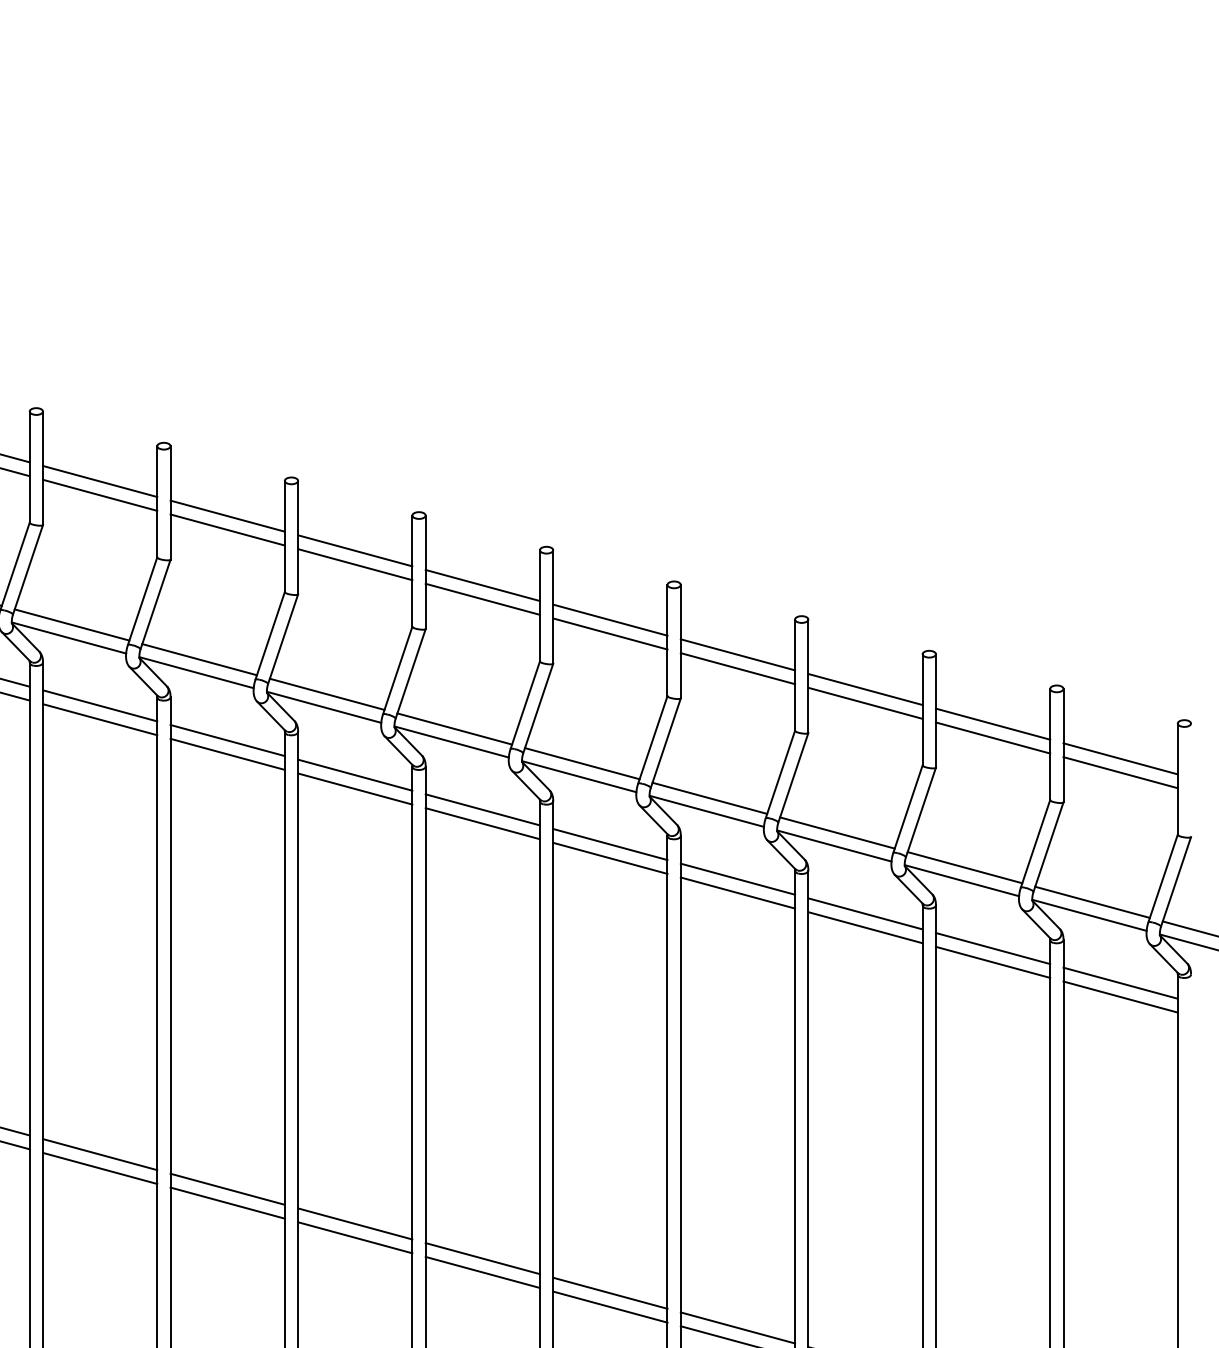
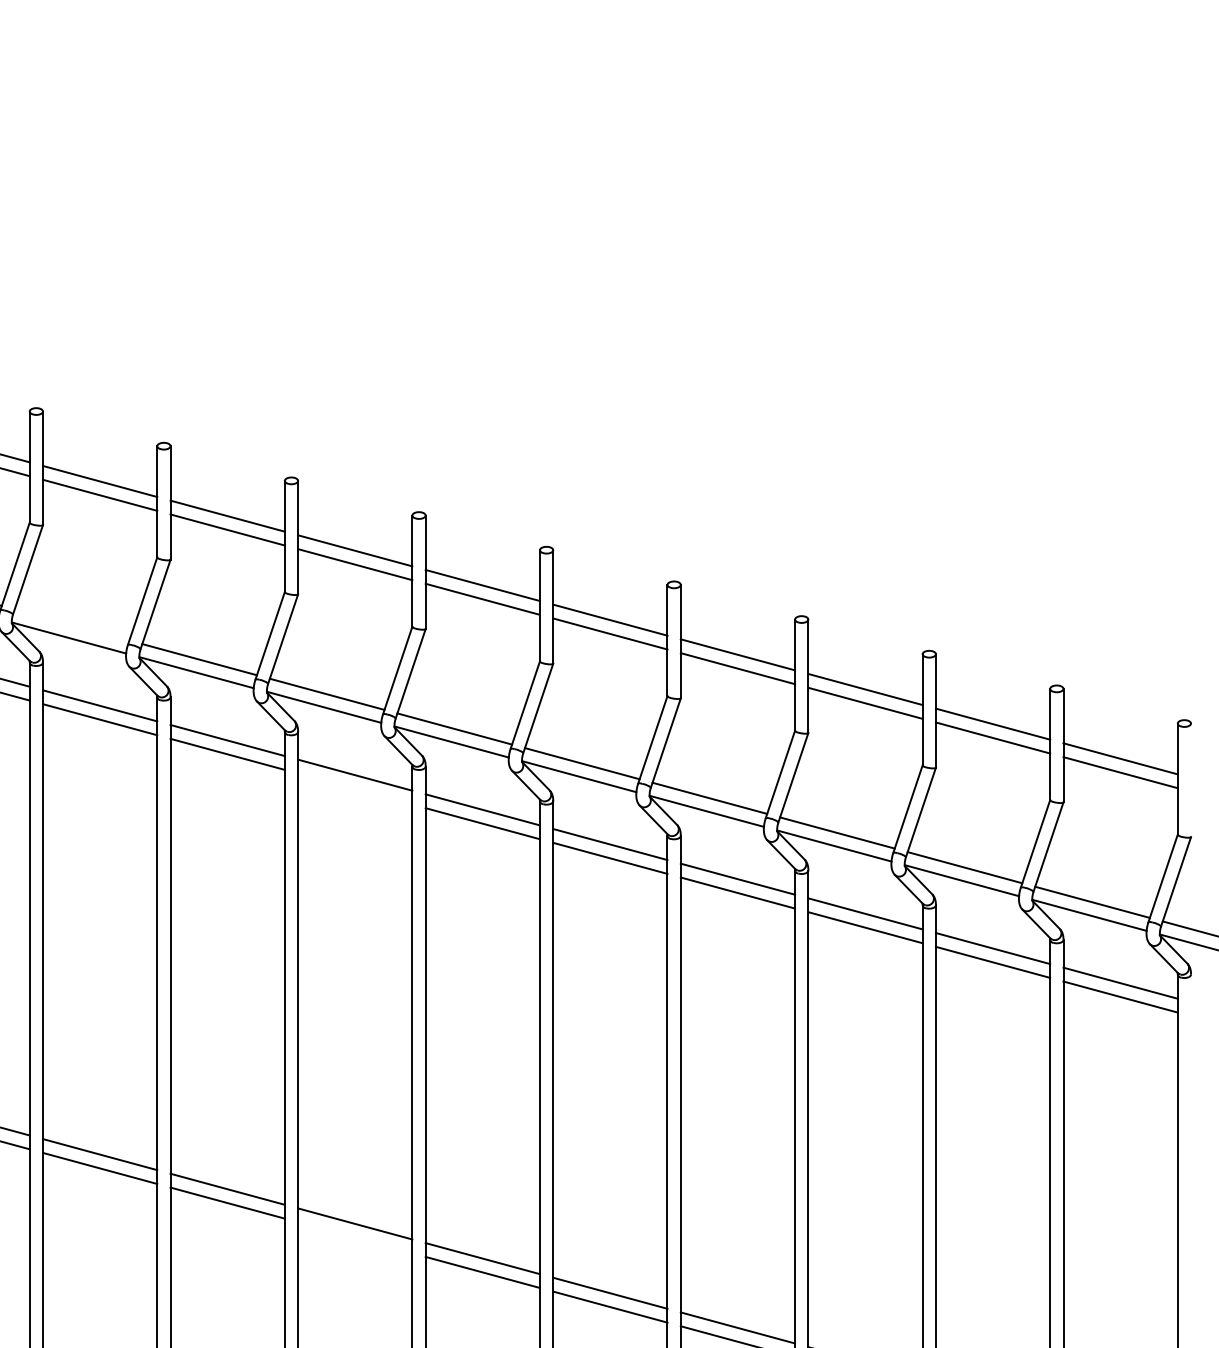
line at (71, 624): present -> none
line at (355, 788): present -> none
line at (355, 1237): present -> none
